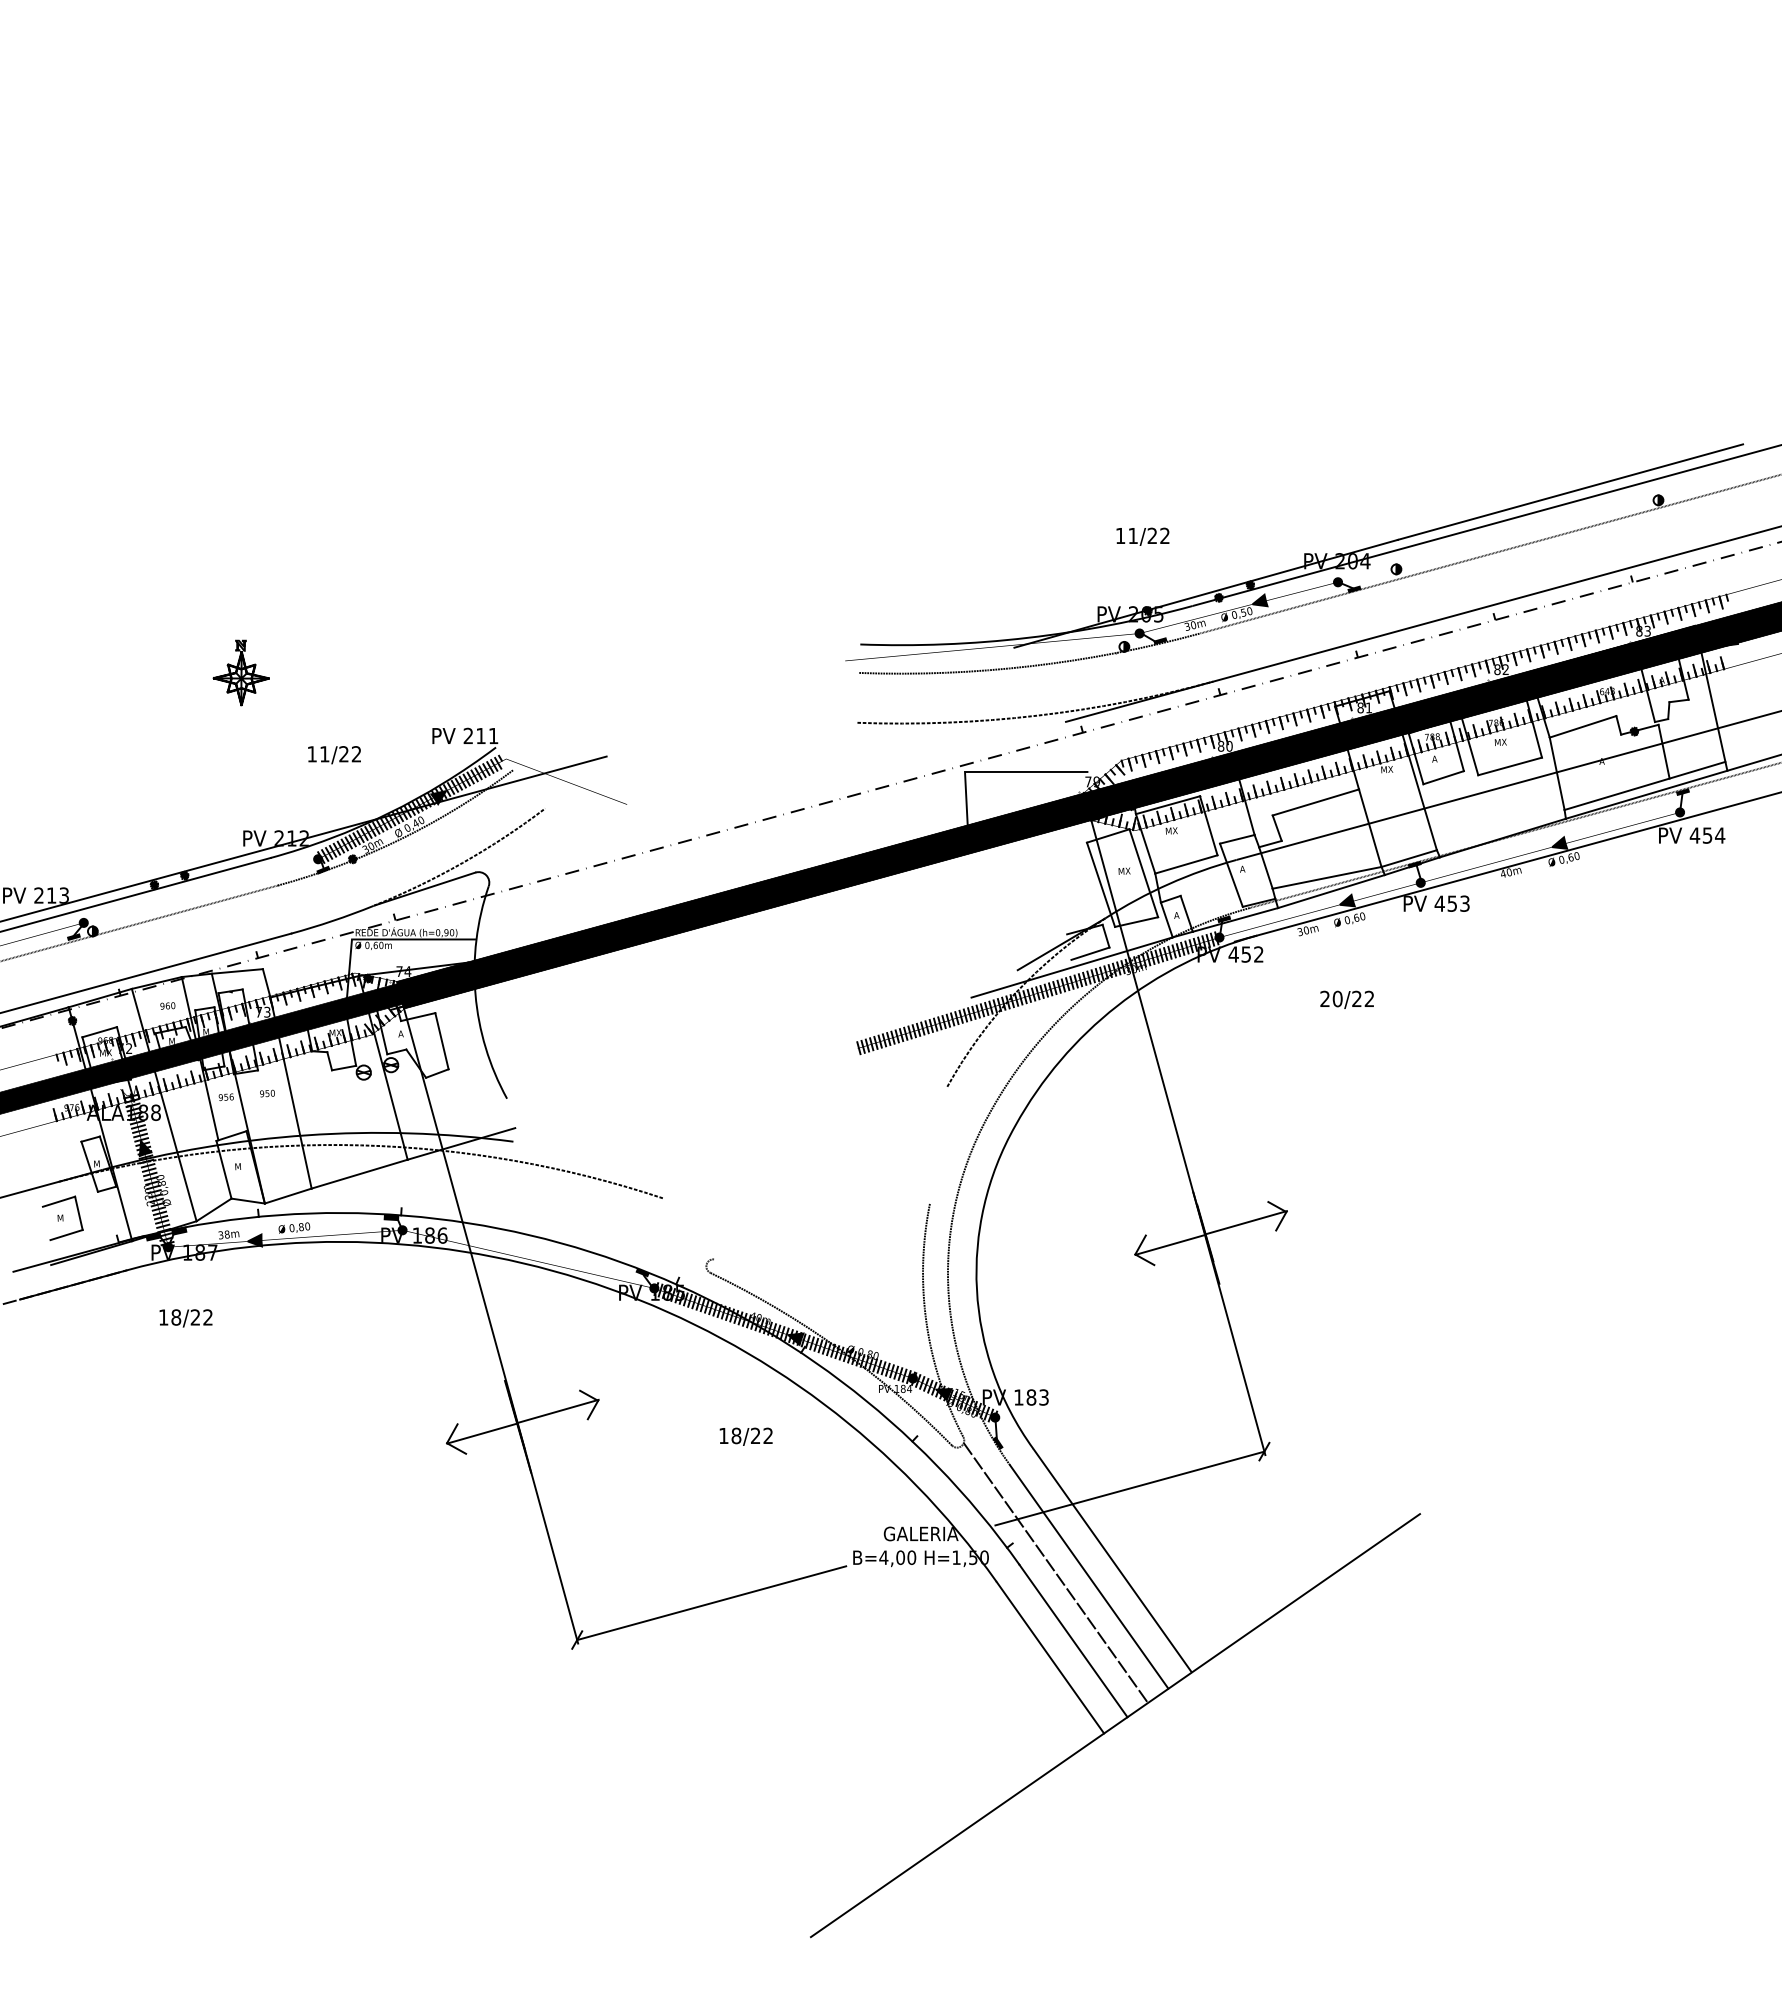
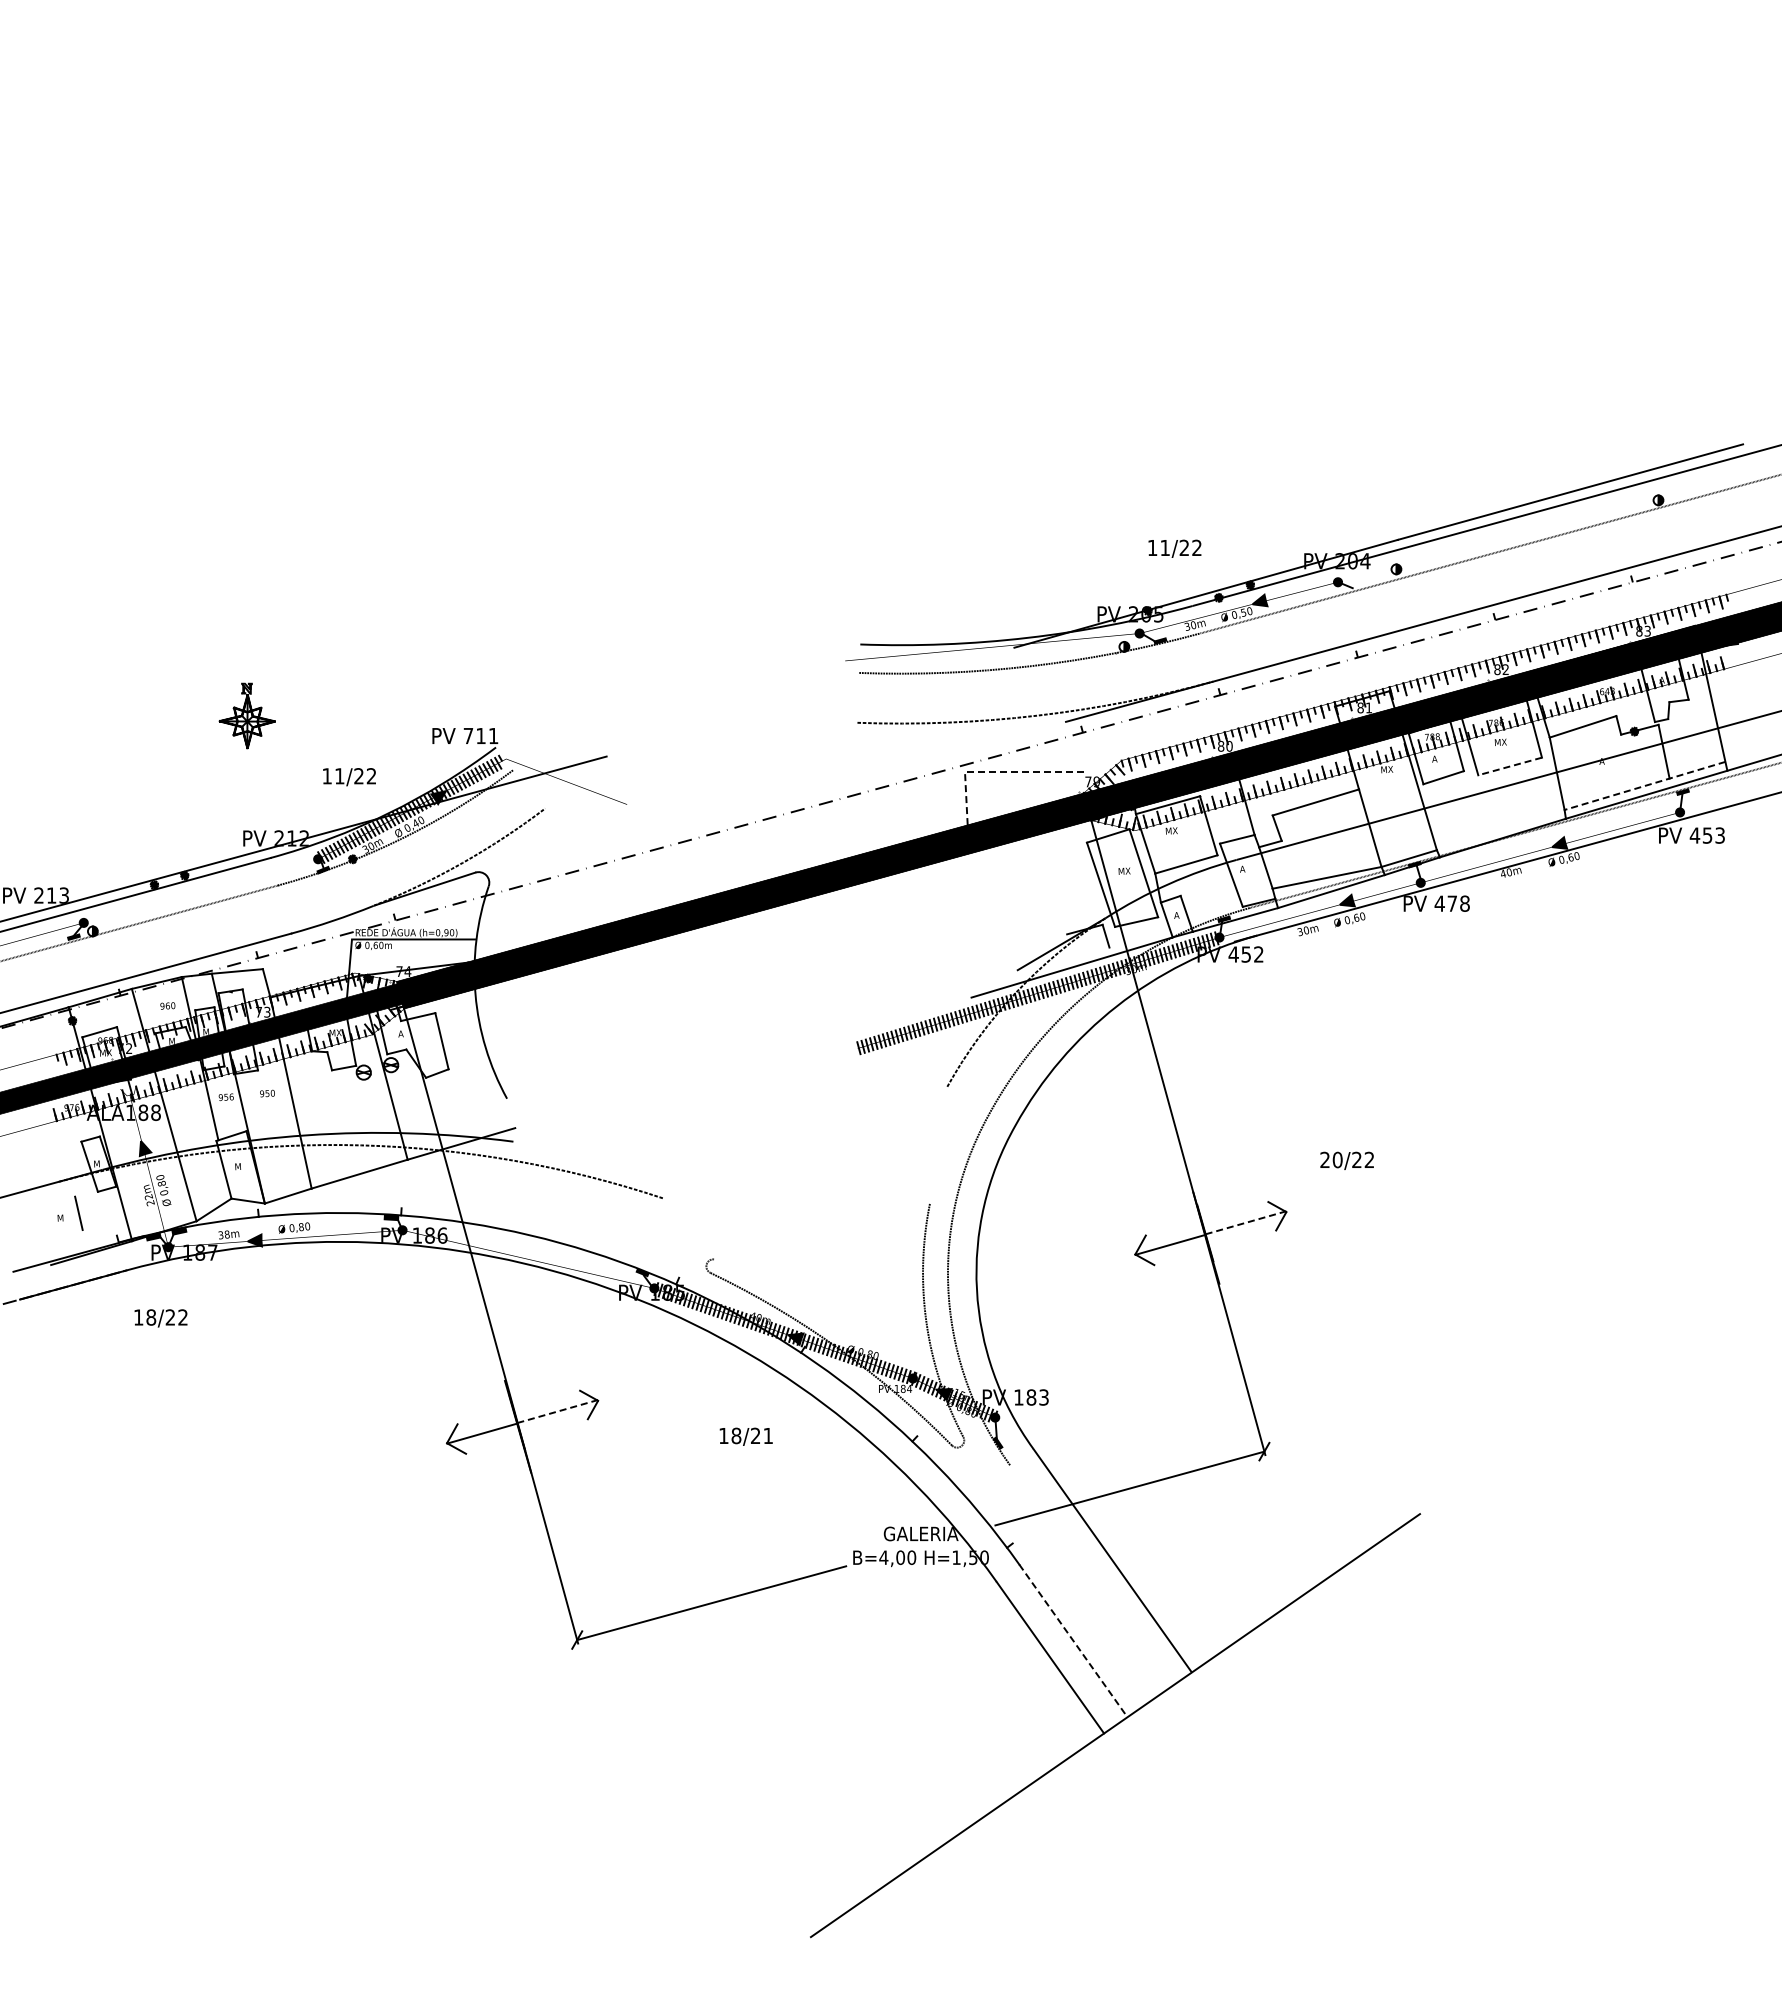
text at (1142, 536) position: (1142, 536) -> (1174, 548)
fill at (1354, 589): present -> none
part at (240, 672) position: (240, 672) -> (246, 715)
text at (468, 735): 211 -> 711
text at (334, 755) position: (334, 755) -> (349, 777)
line at (1509, 766): solid -> dashed
line at (993, 771): solid -> dashed
line at (1645, 785): solid -> dashed
text at (1720, 835): 454 -> 453
text at (1458, 903): 453 -> 478
line at (1090, 953): present -> none
text at (1346, 999) position: (1346, 999) -> (1346, 1160)
hatch at (148, 1169): present -> none
line at (58, 1201): present -> none
line at (1246, 1222): solid -> dashed
line at (66, 1235): present -> none
text at (185, 1318) position: (185, 1318) -> (160, 1318)
line at (558, 1411): solid -> dashed
text at (767, 1435): 18/22 -> 18/21
line at (1055, 1573): present -> none
line at (1089, 1576): present -> none
line at (1073, 1640): solid -> dashed
